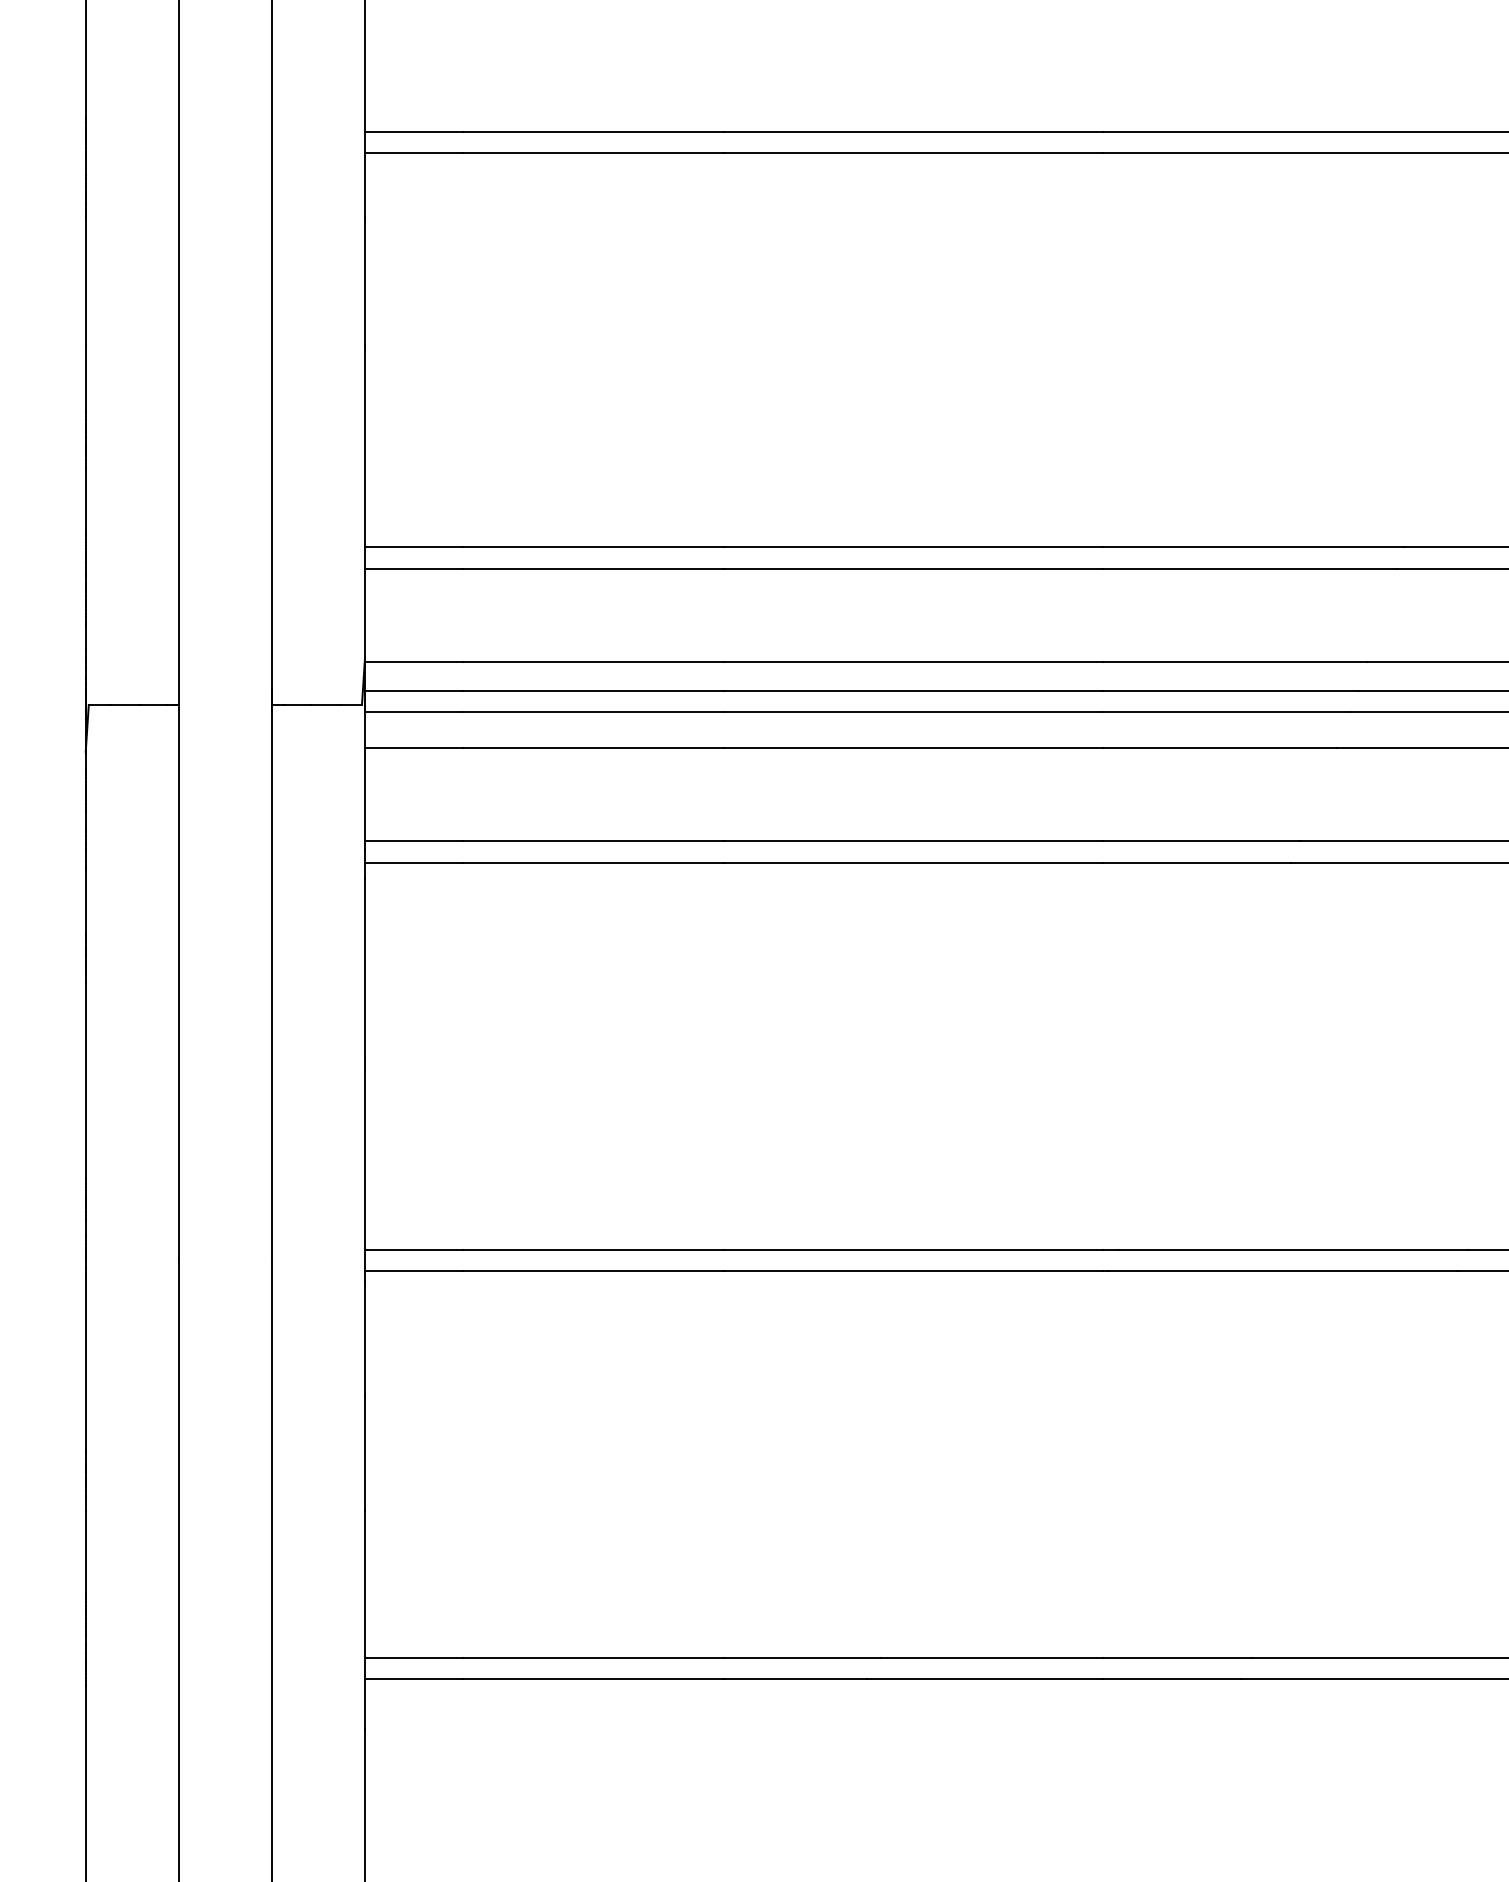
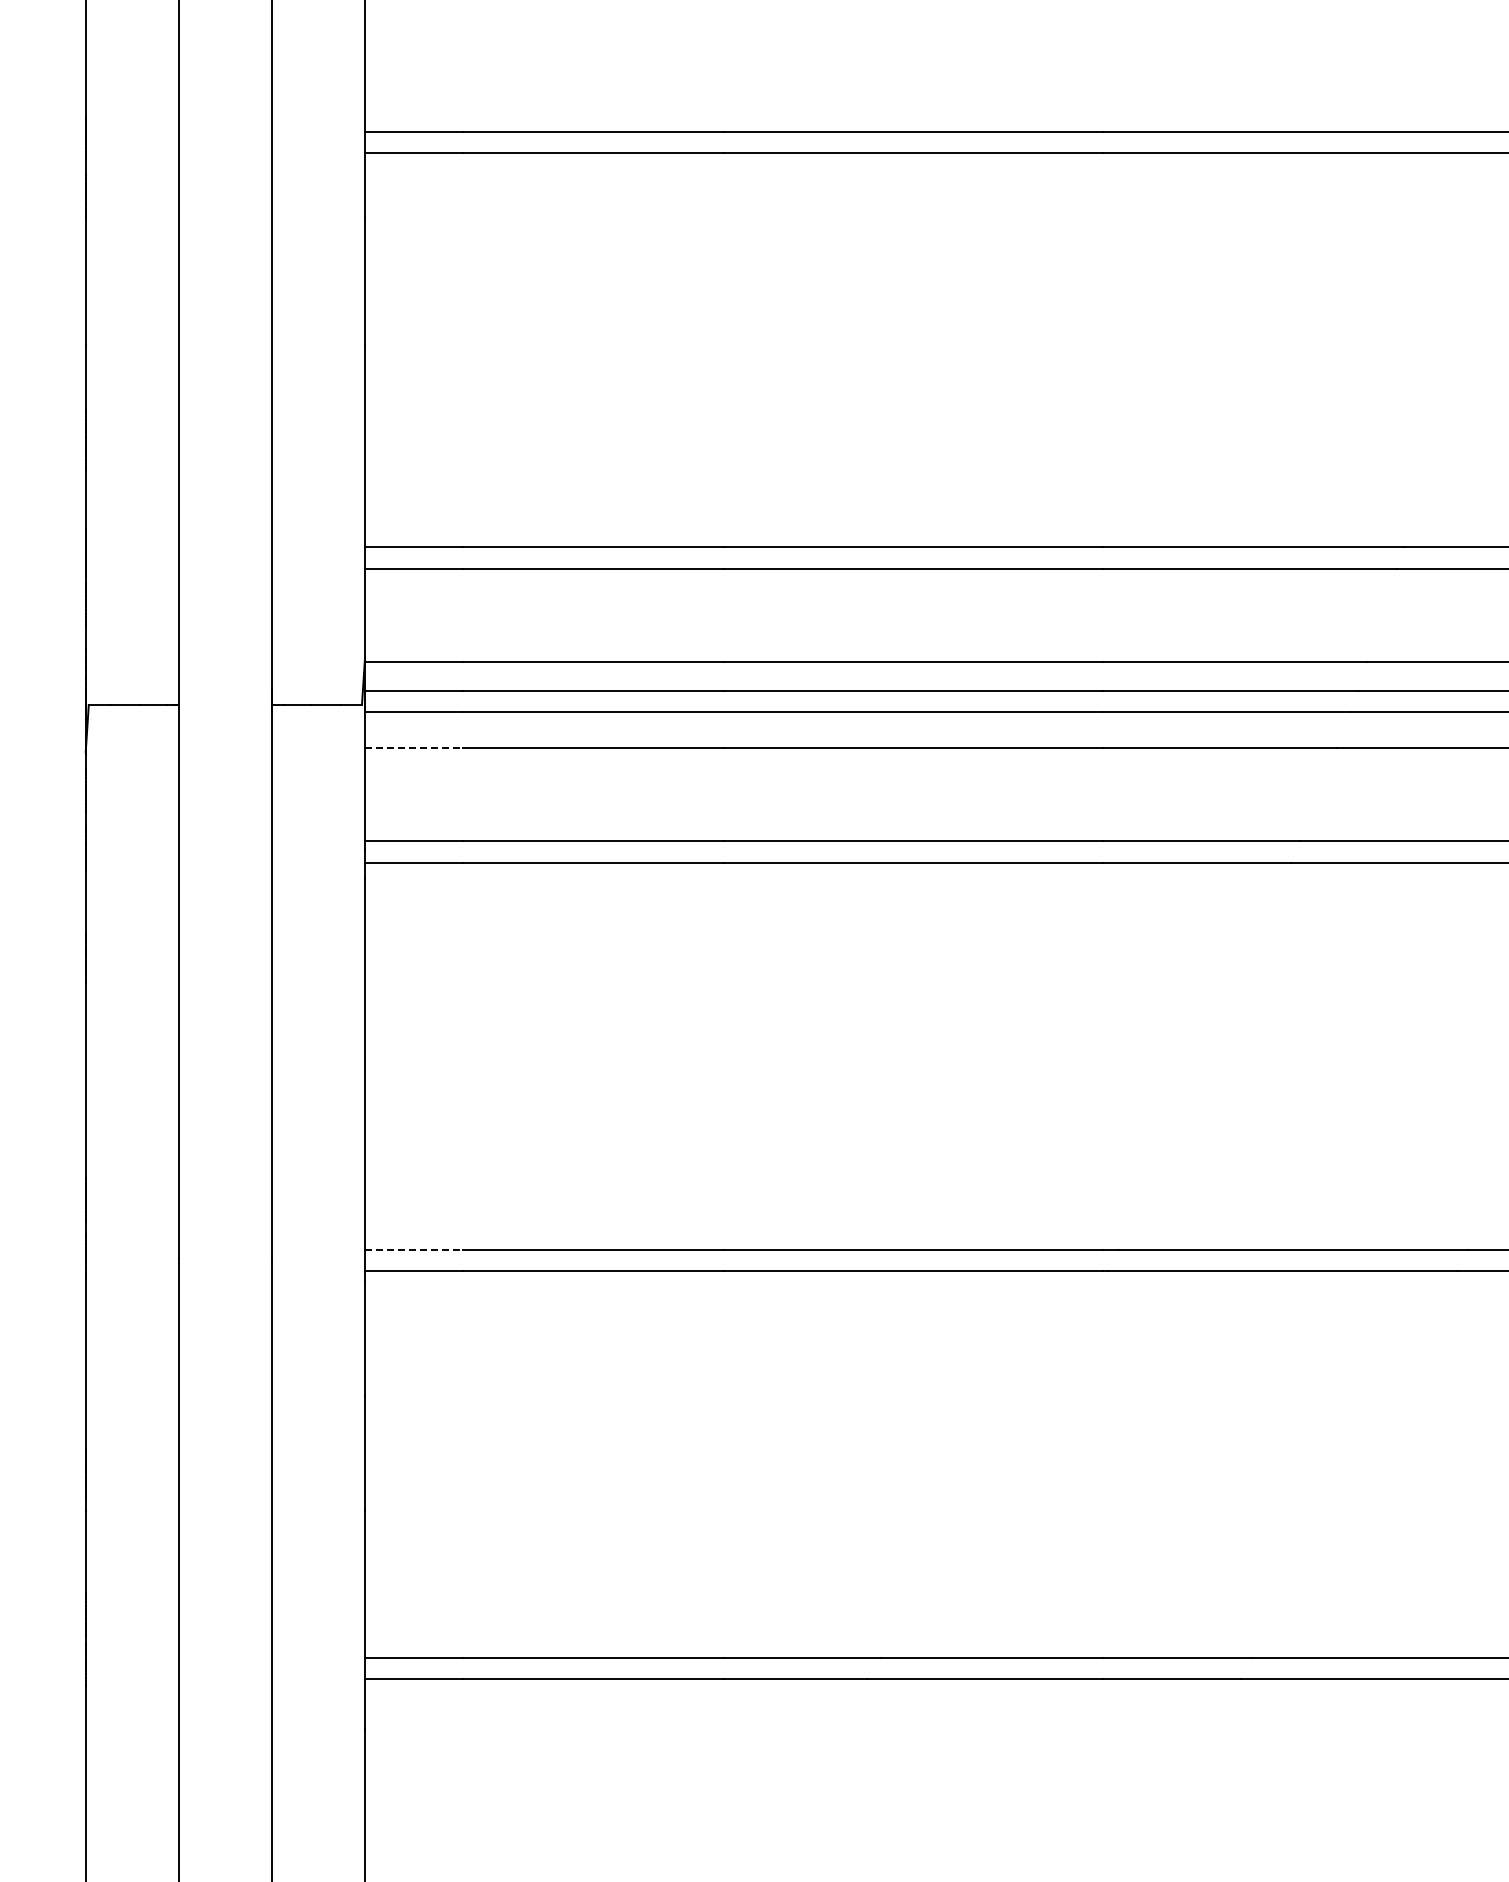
line at (413, 747): solid -> dashed
line at (413, 1249): solid -> dashed
